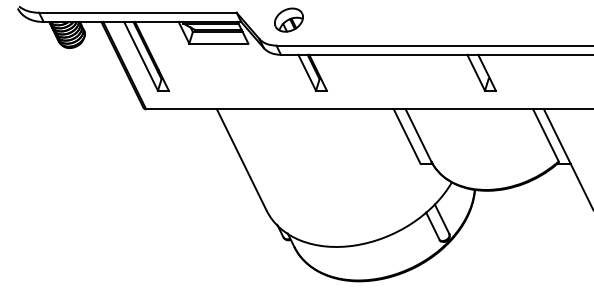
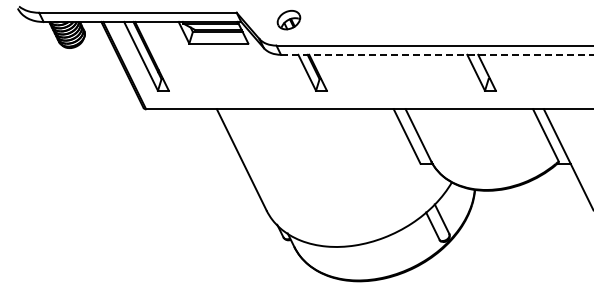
part at (288, 19) size: 30x26 px -> 26x21 px
line at (437, 54): solid -> dashed
